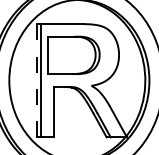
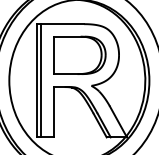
part at (73, 54) position: (73, 54) -> (79, 54)
line at (36, 80): dashed -> solid
